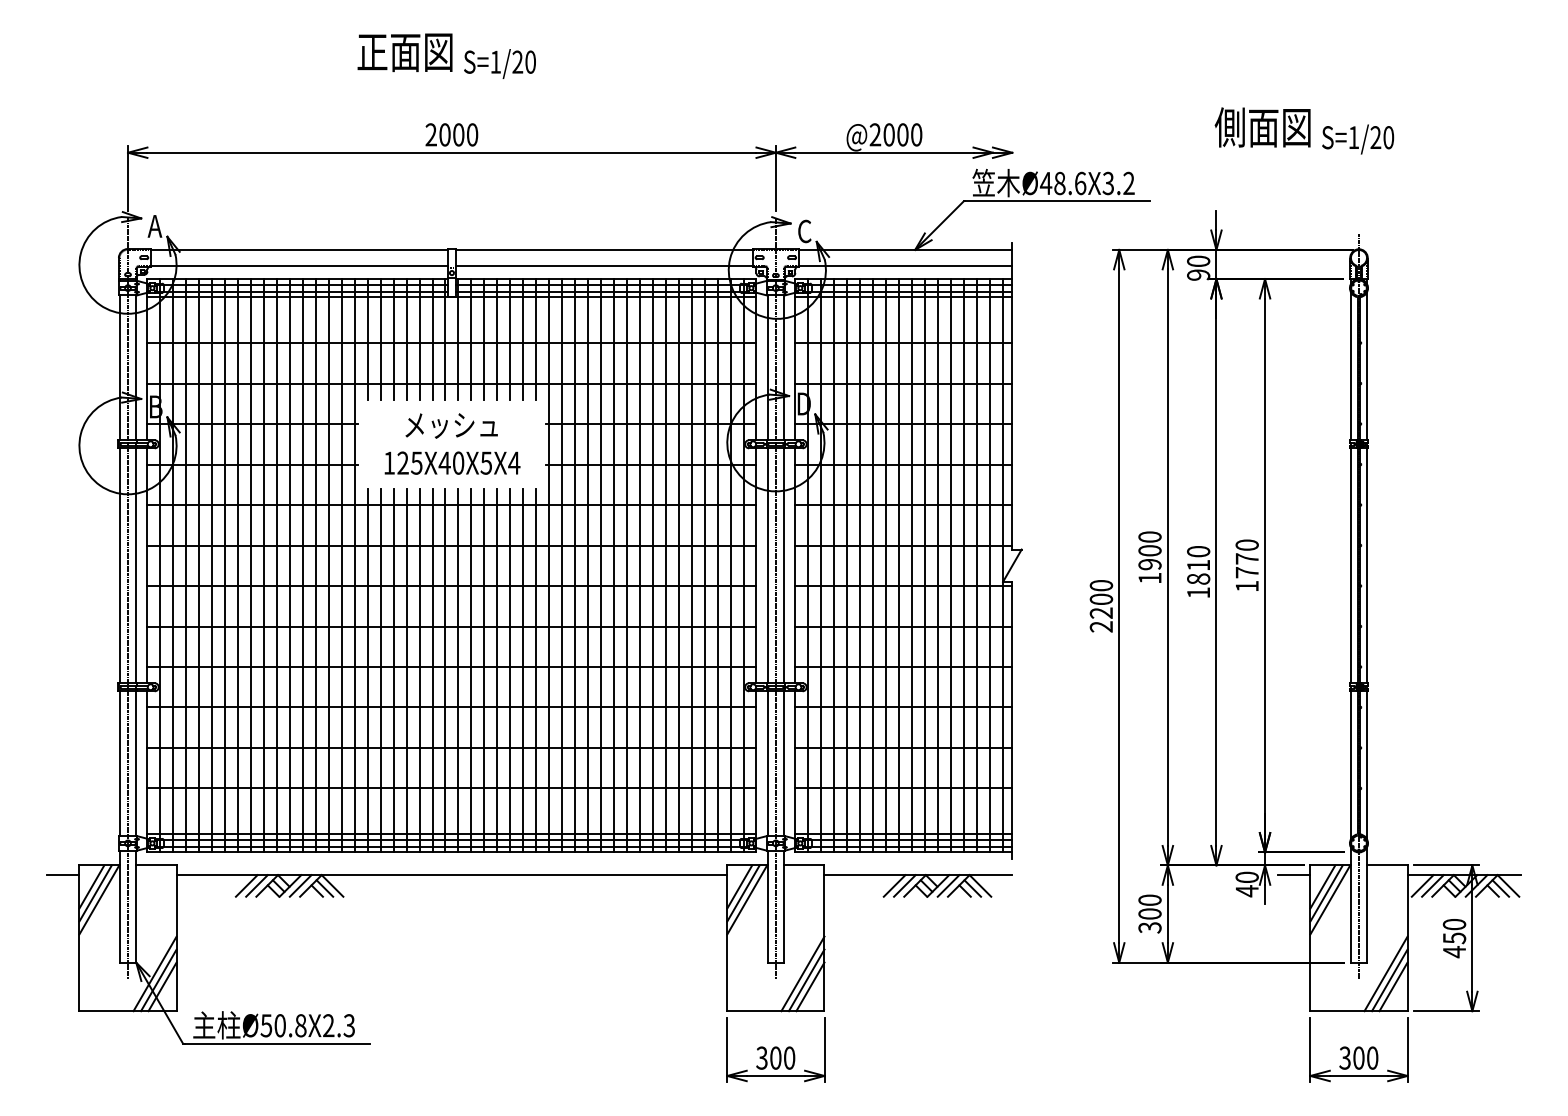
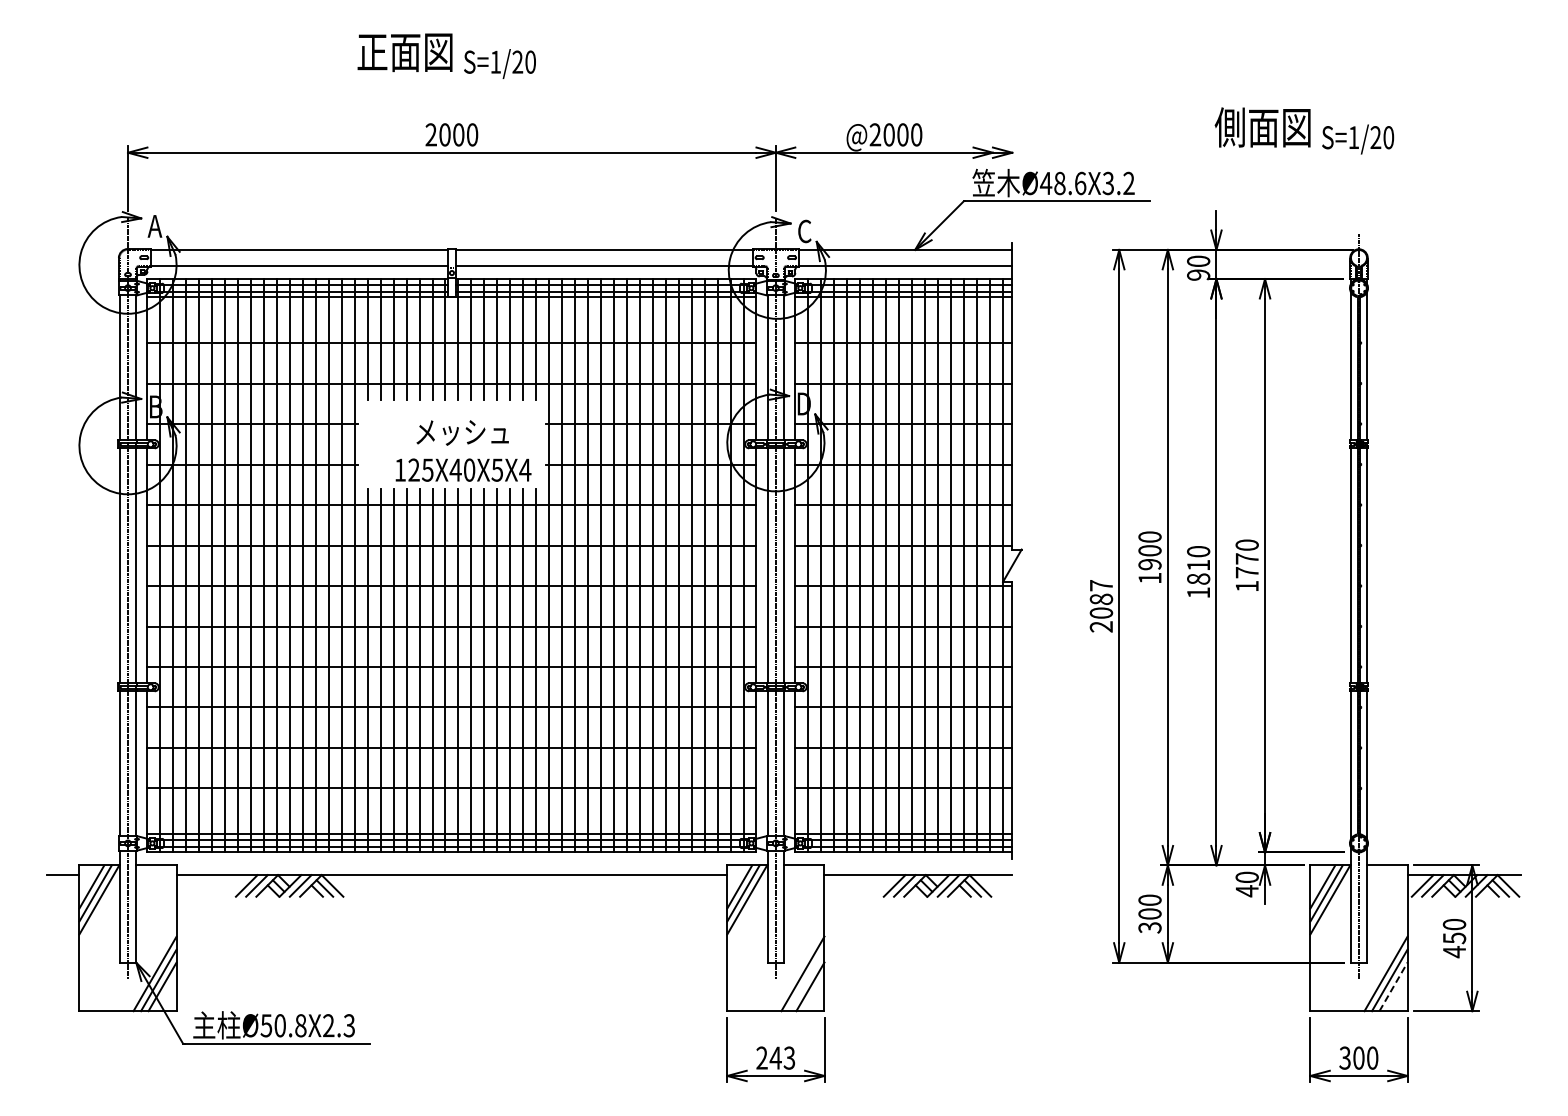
text at (452, 443) position: (452, 443) -> (463, 450)
text at (1101, 599): 2200 -> 2087
line at (1294, 875): present -> none
line at (806, 980): present -> none
line at (1393, 986): solid -> dashed
text at (775, 1057): 300 -> 243
